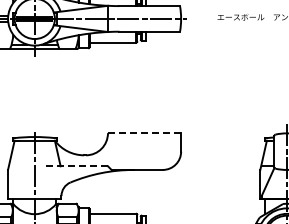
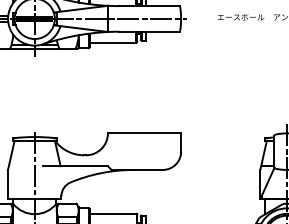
line at (144, 133): dashed -> solid
line at (75, 166): dashed -> solid
